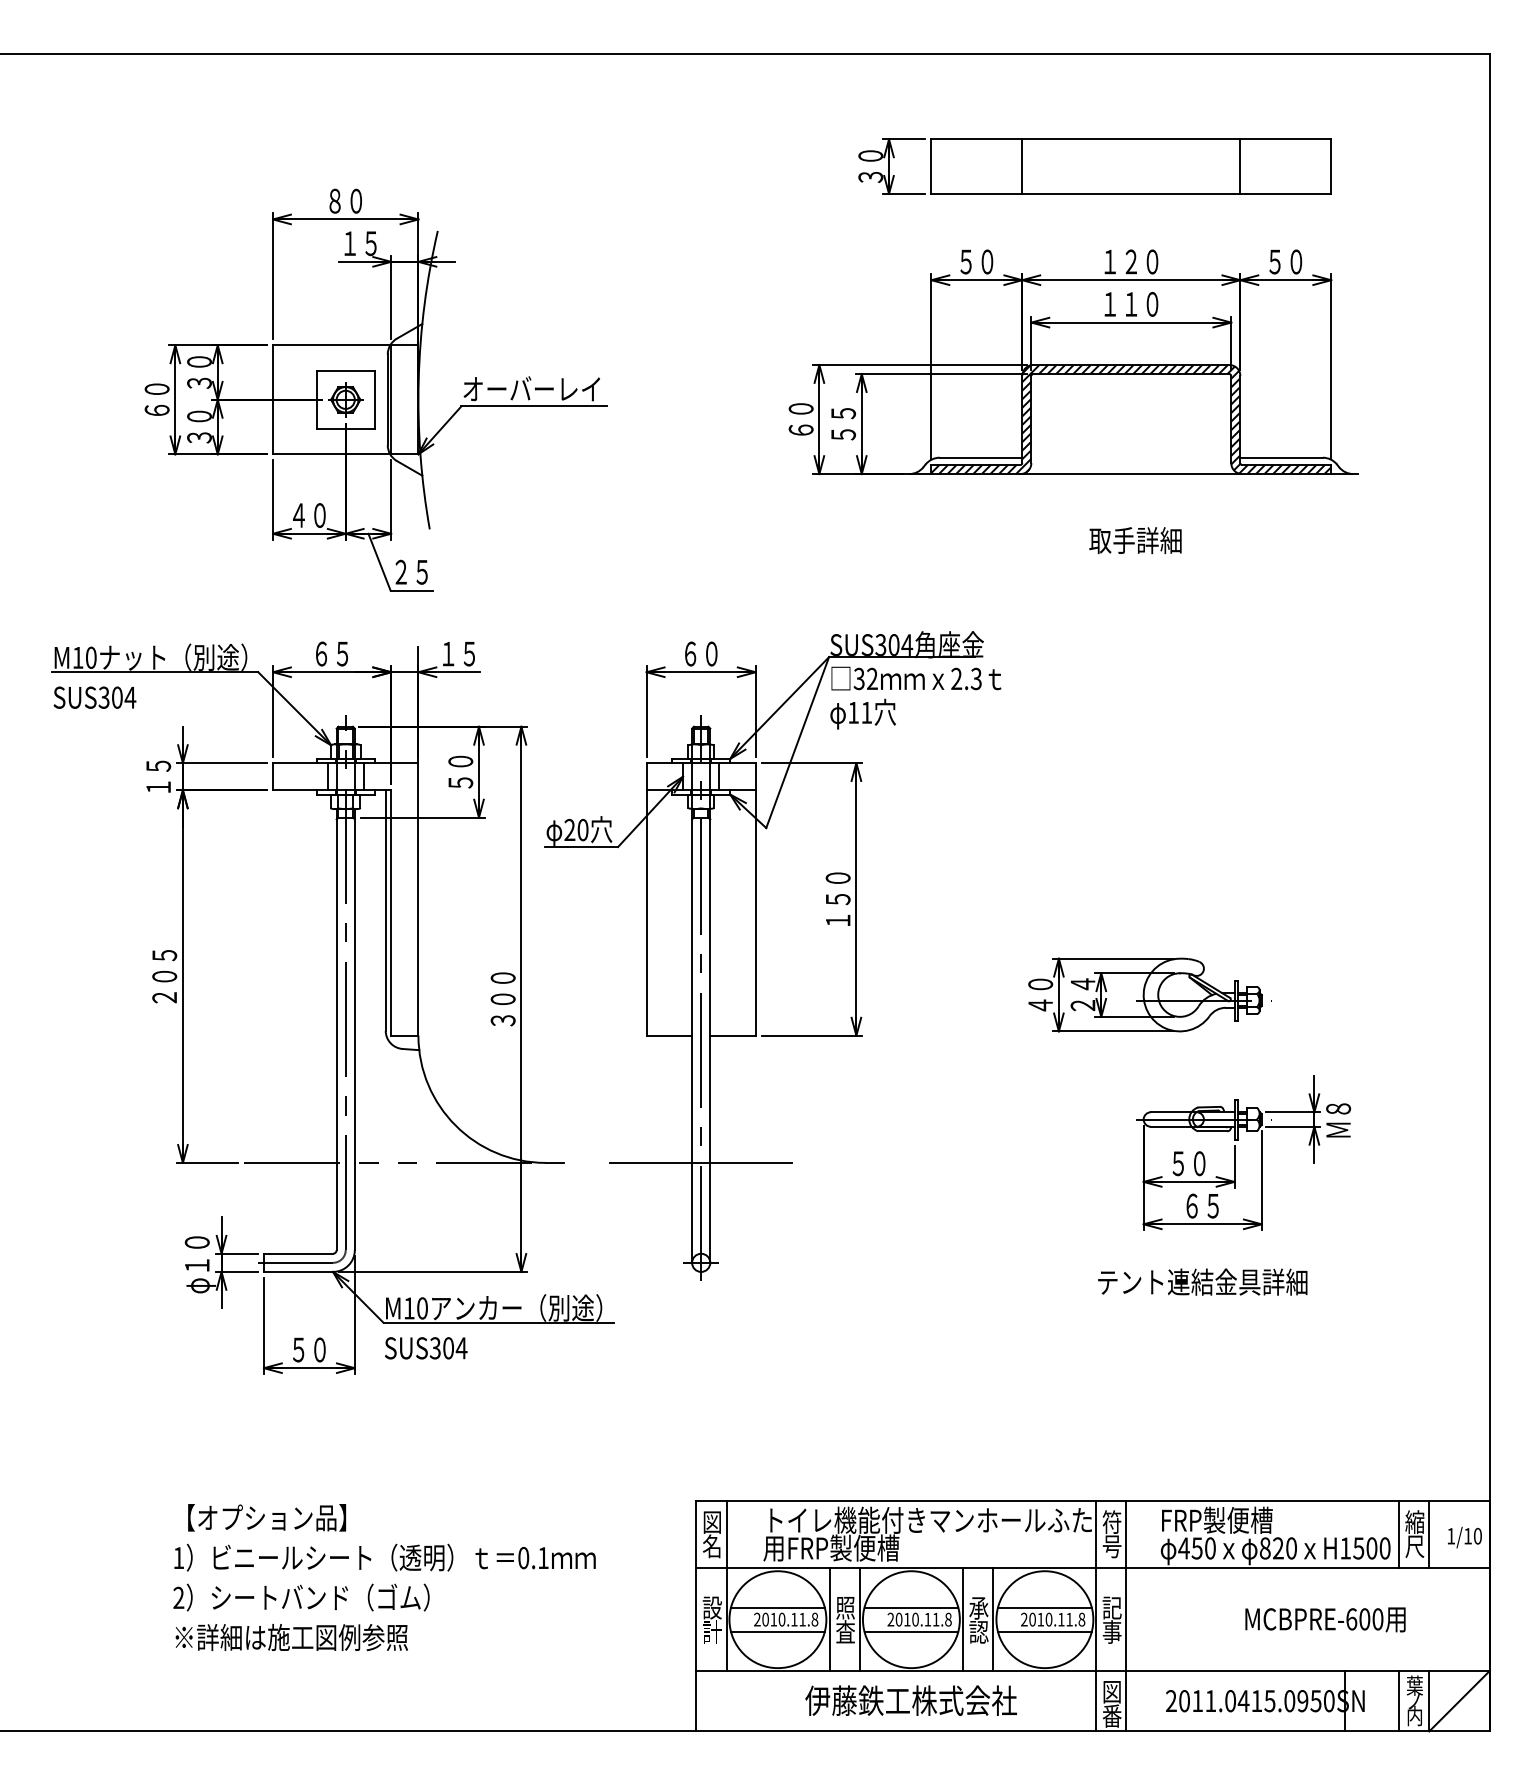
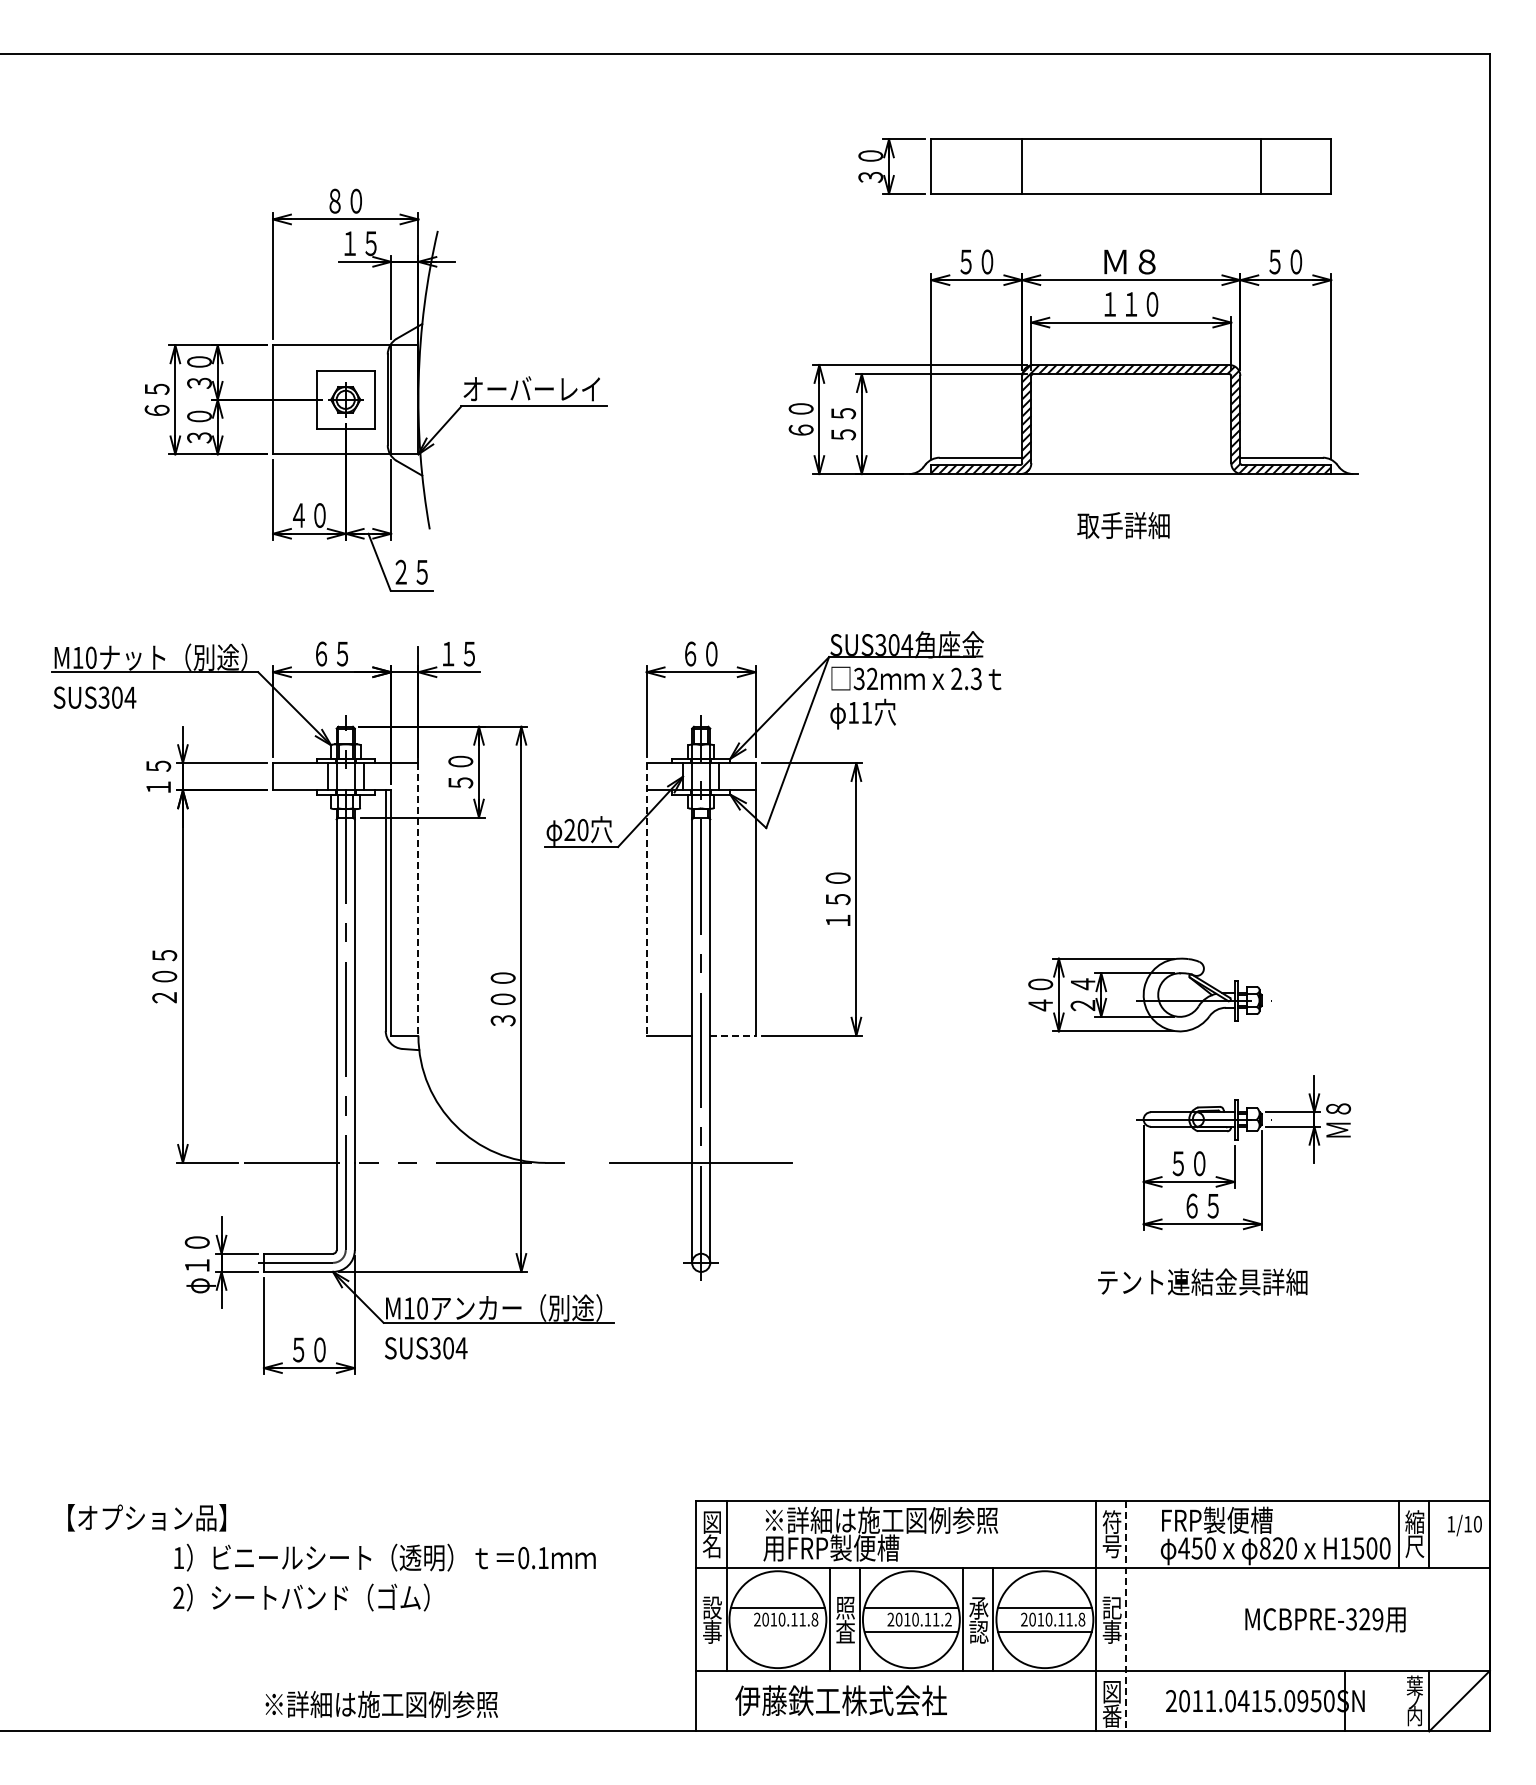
line at (1240, 166) position: (1240, 166) -> (1261, 166)
text at (1131, 261): １２０ -> Ｍ８
text at (156, 388): ６０ -> ６５
text at (1135, 540) position: (1135, 540) -> (1123, 525)
line at (418, 899): solid -> dashed
line at (646, 899): solid -> dashed
line at (733, 1035): solid -> dashed
text at (267, 1517) position: (267, 1517) -> (147, 1517)
text at (928, 1519): トイレ機能付きマンホールふた -> ※詳細は施工図例参照
text at (1464, 1537) position: (1464, 1537) -> (1464, 1525)
line at (1126, 1616): solid -> dashed
text at (948, 1619): 2010.11.8 -> 2010.11.2
text at (1364, 1619): MCBPRE-600 -> MCBPRE-329
text at (712, 1631): 計 -> 事
line at (777, 1631): present -> none
text at (291, 1637) position: (291, 1637) -> (381, 1704)
text at (910, 1700) position: (910, 1700) -> (840, 1700)
line at (1399, 1700): present -> none
